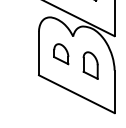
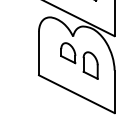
part at (61, 54) position: (61, 54) -> (68, 53)
